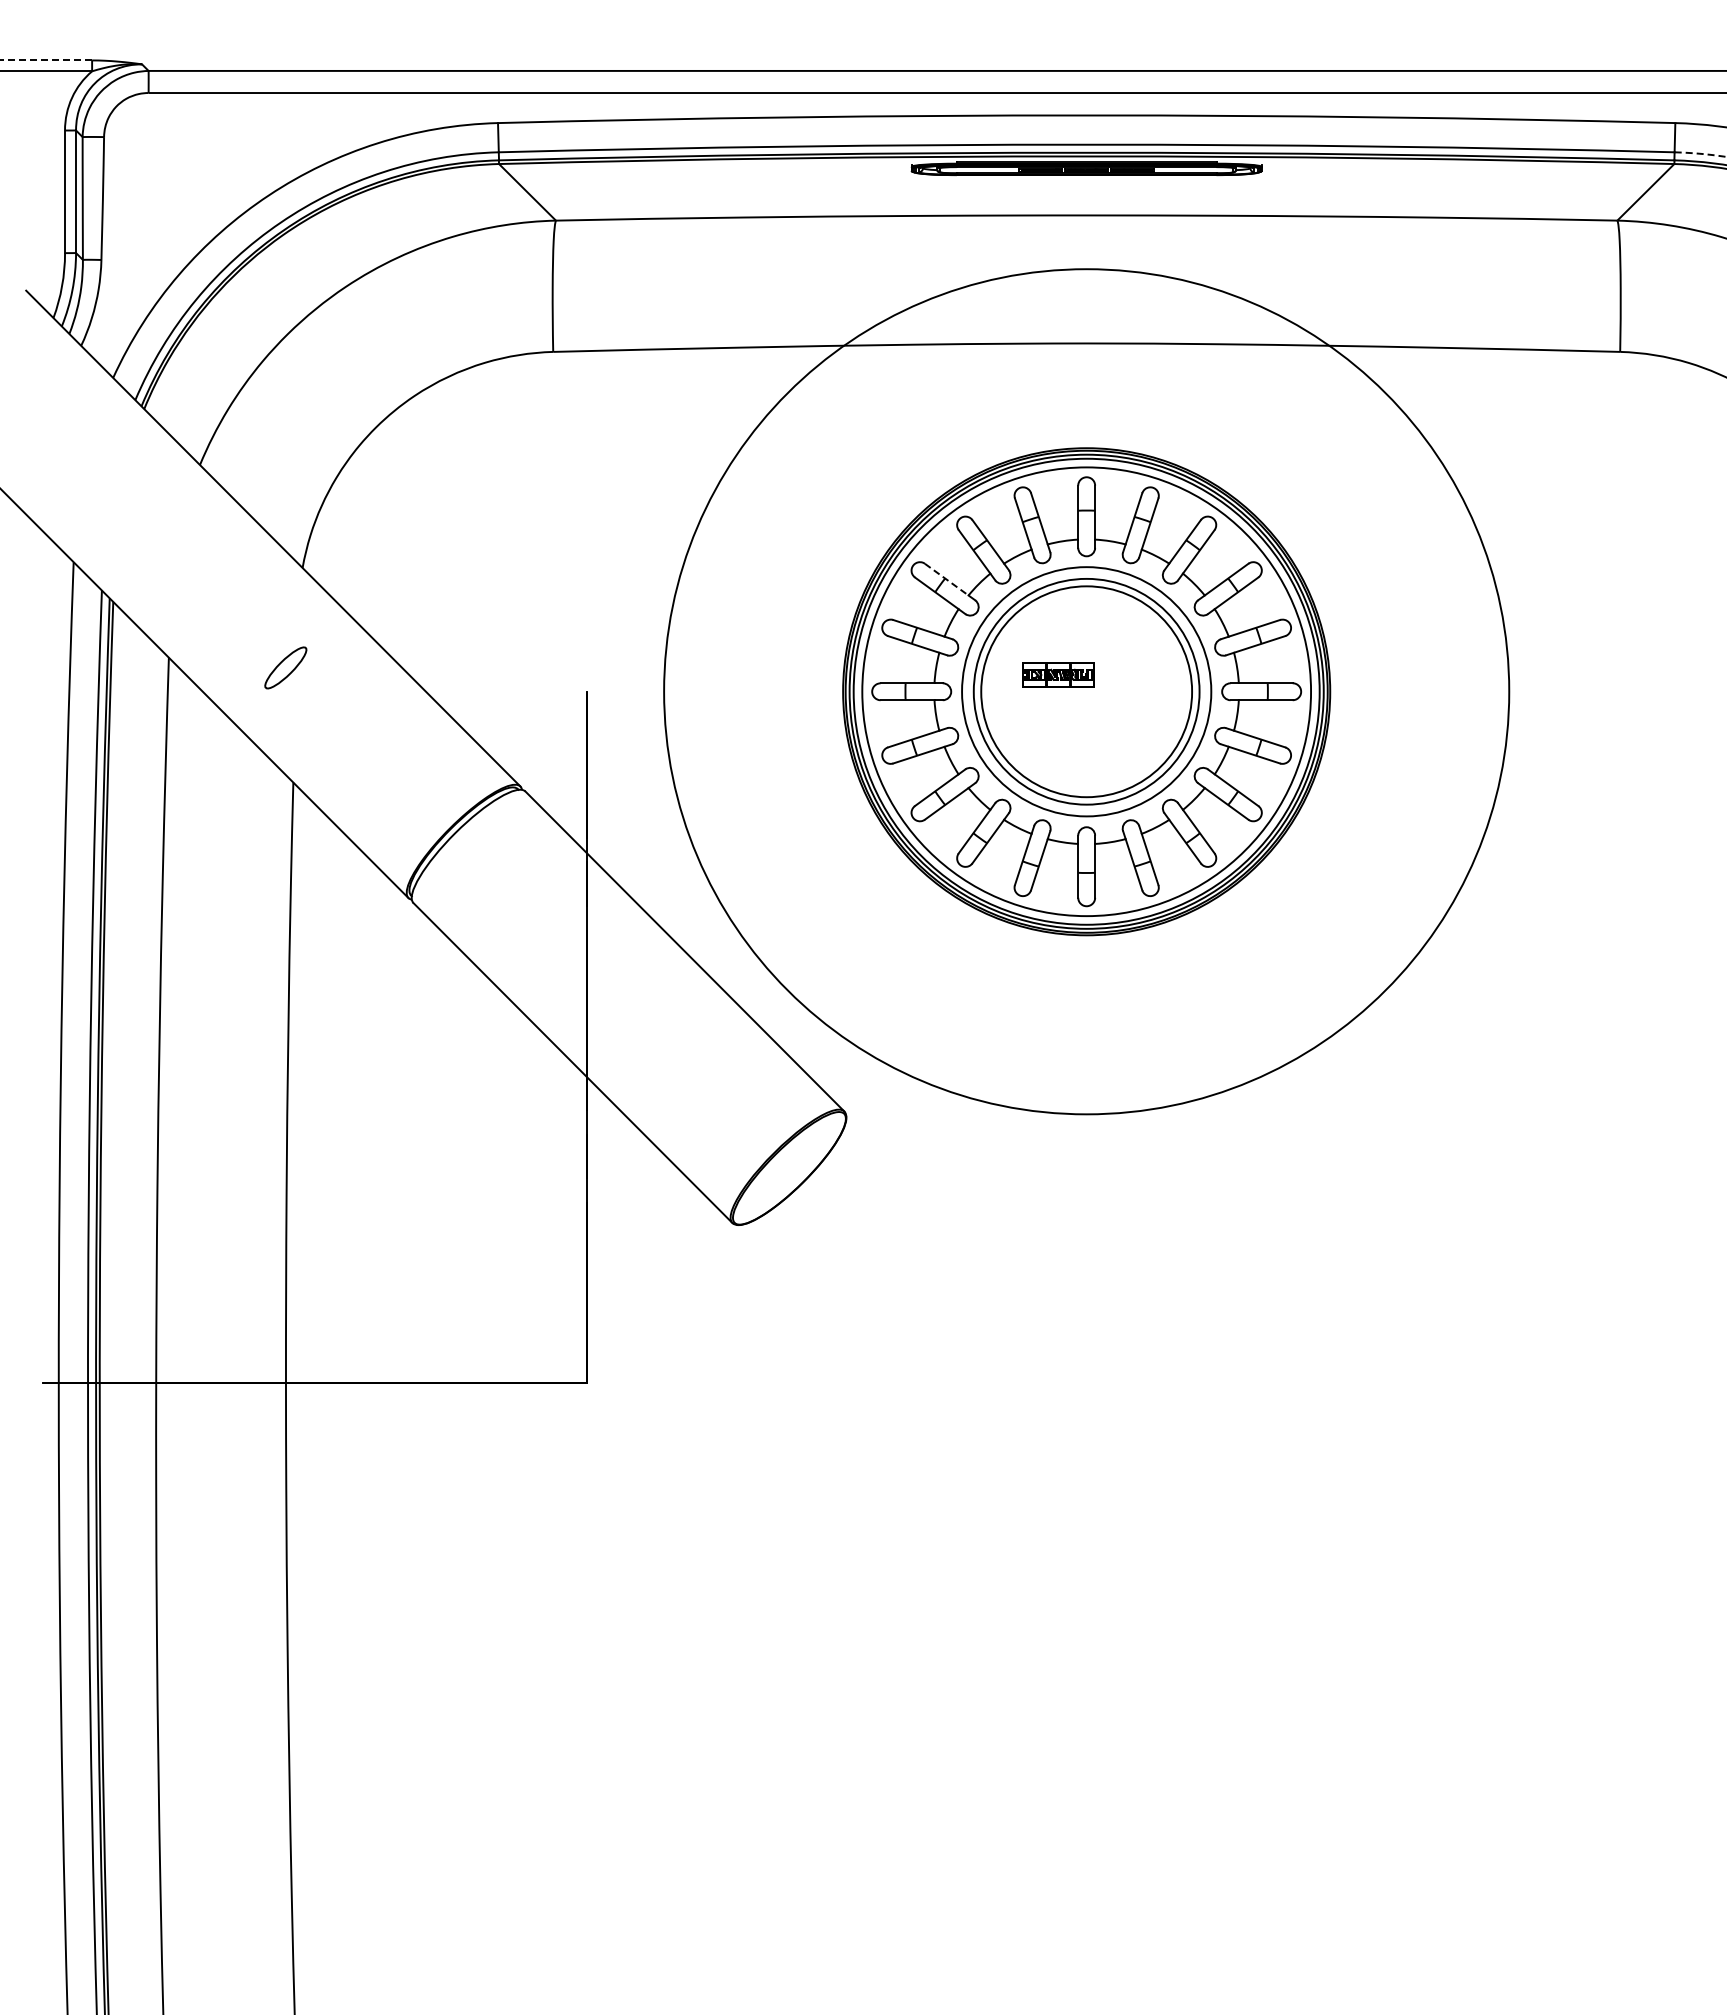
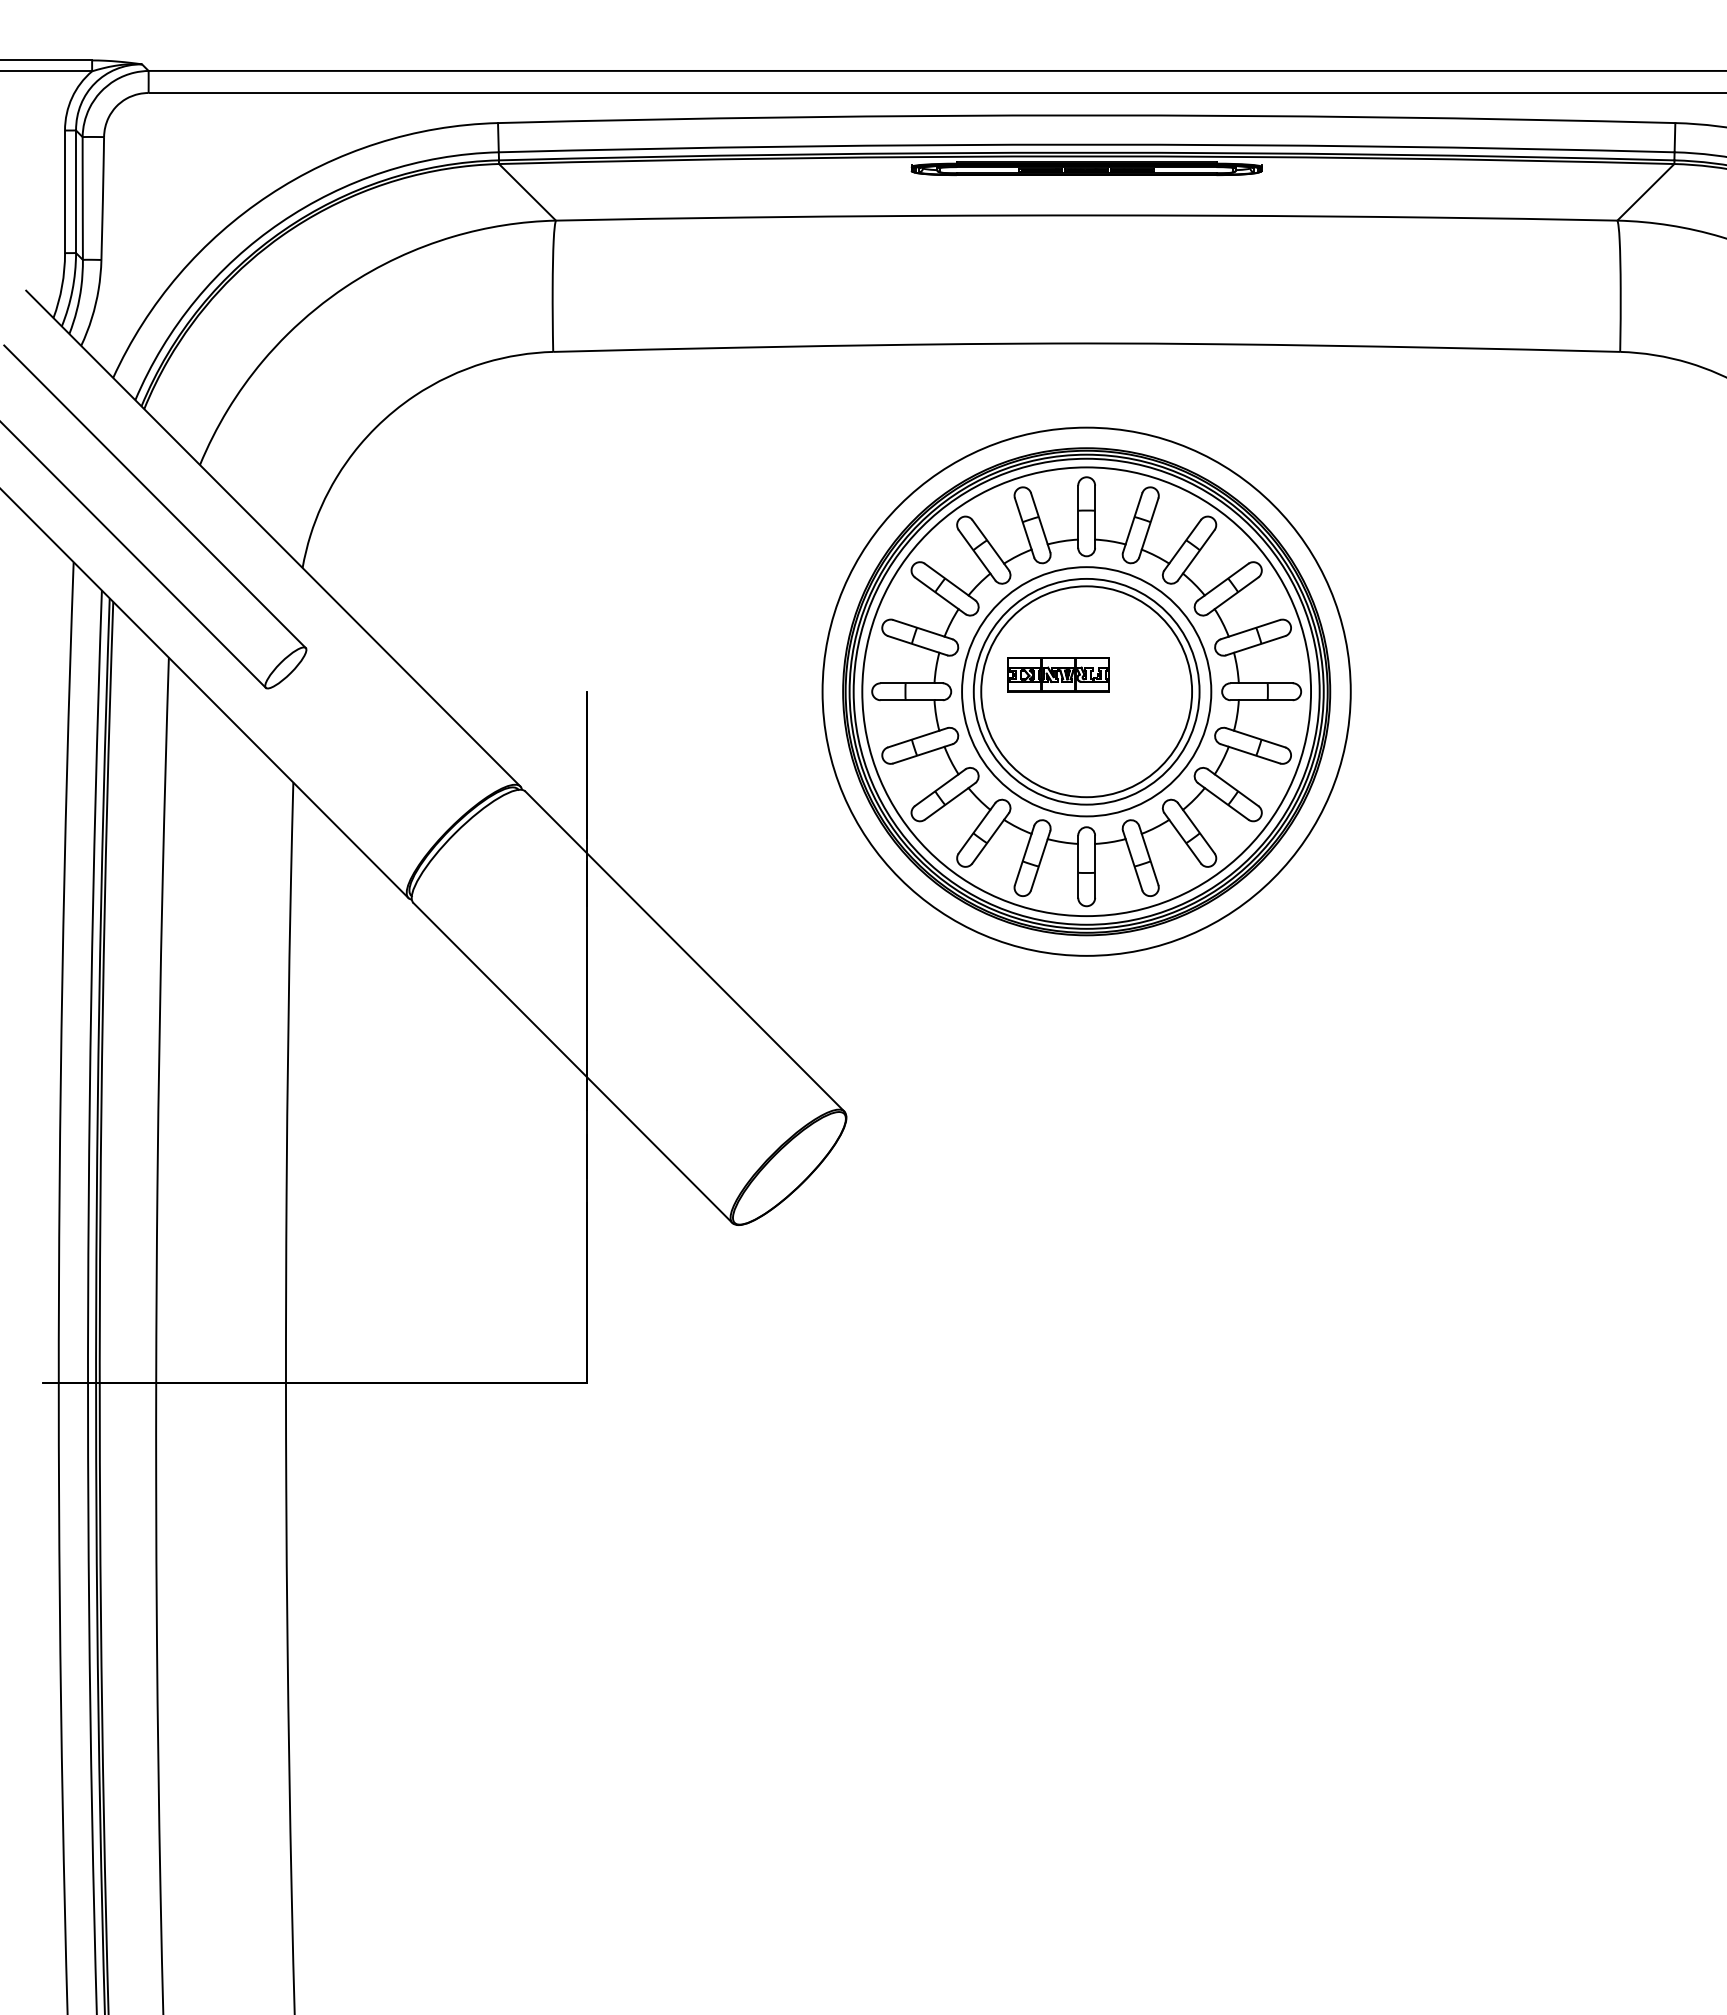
line at (46, 60): dashed -> solid
arc at (1700, 153): dashed -> solid
line at (154, 496): none -> present
line at (133, 555): none -> present
line at (946, 579): dashed -> solid
part at (1058, 674) size: 73x26 px -> 103x36 px
circle at (1086, 691) diameter: 845 px -> 528 px
